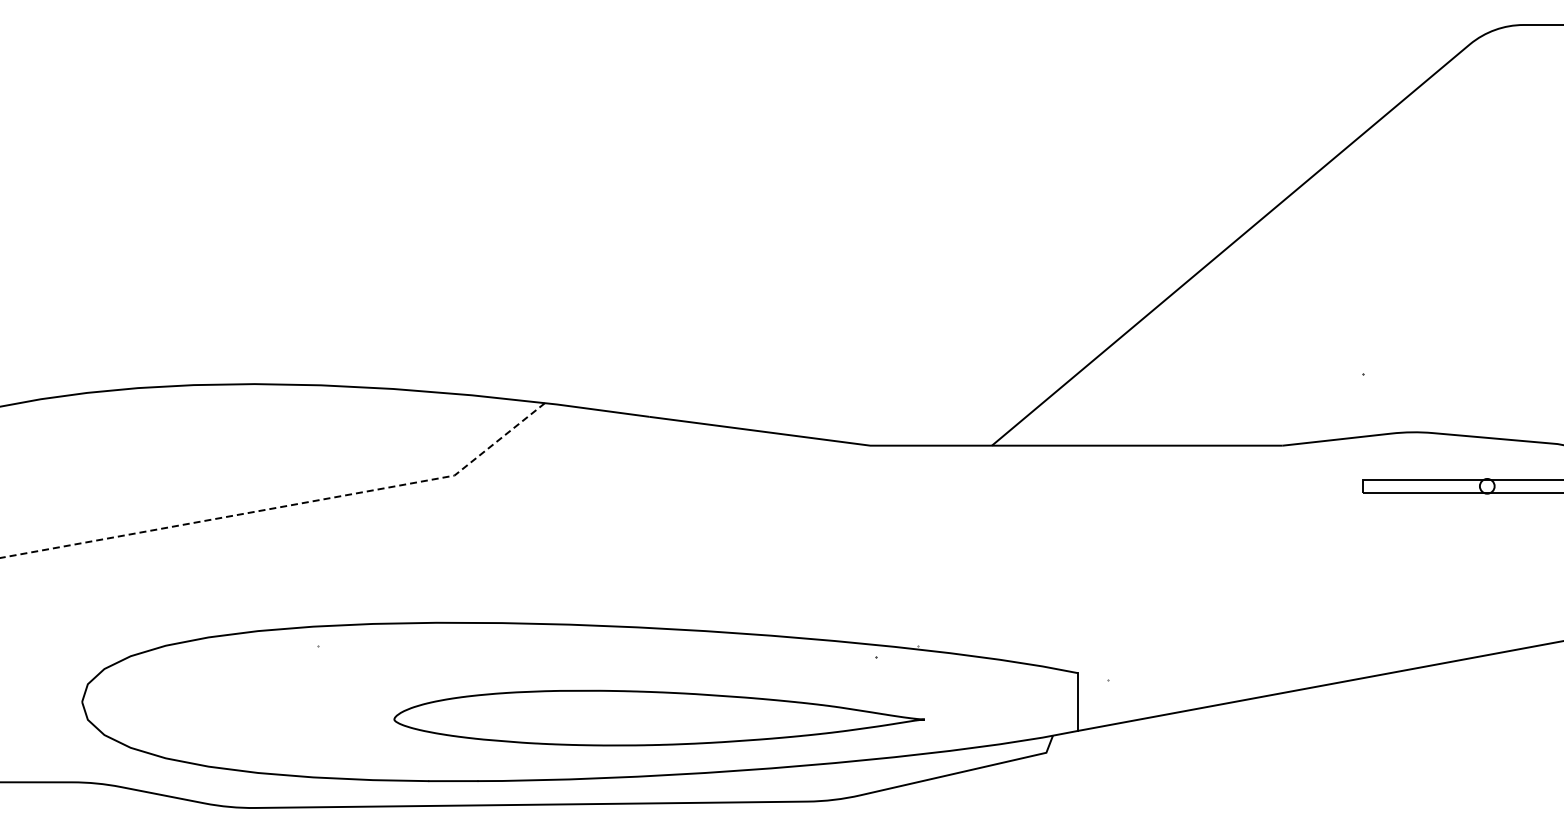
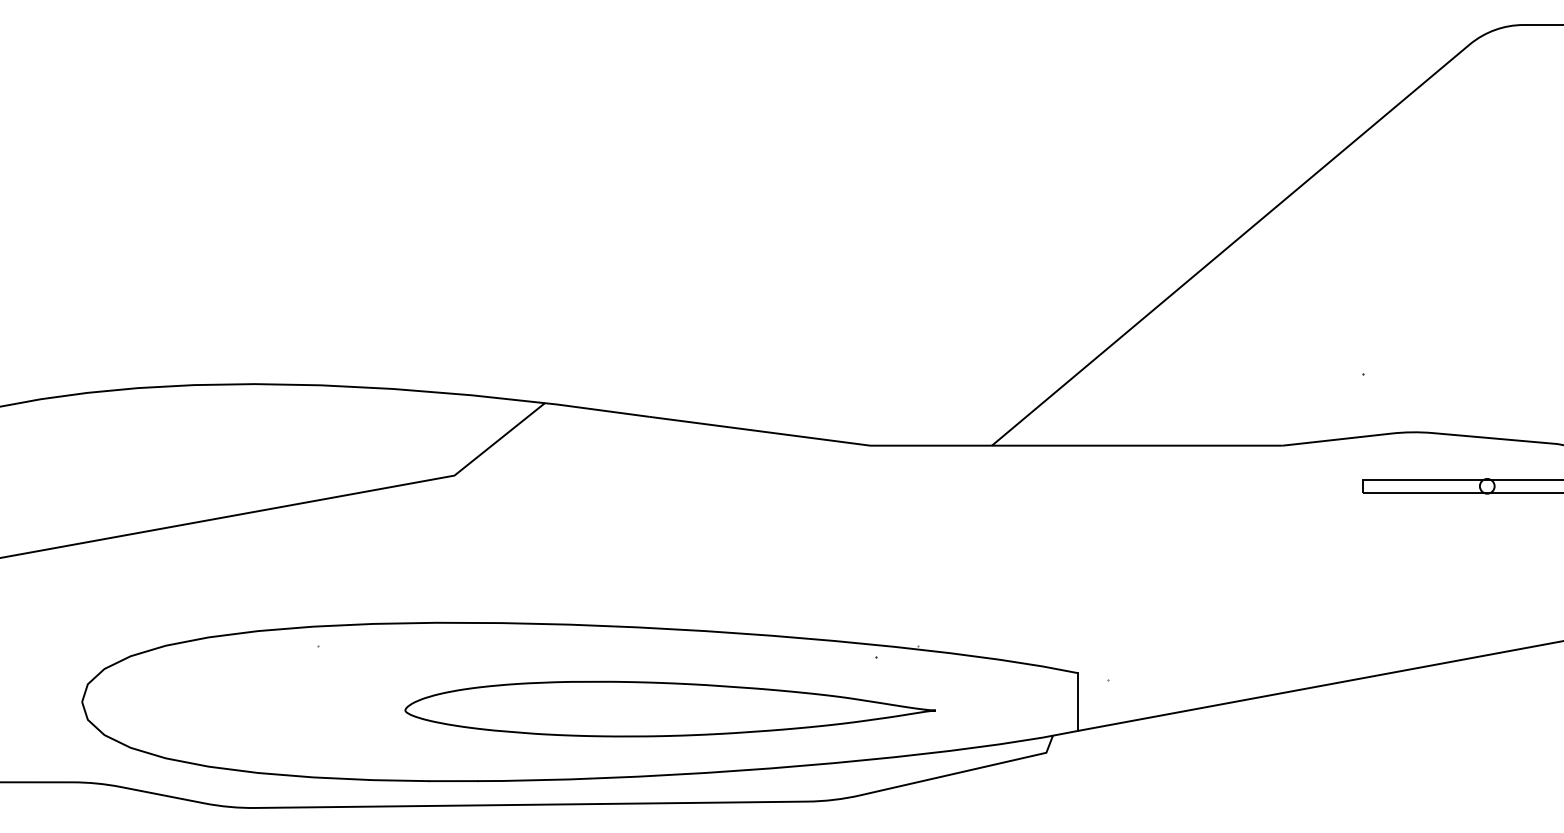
line at (284, 506): dashed -> solid
part at (658, 717) position: (658, 717) -> (669, 708)
